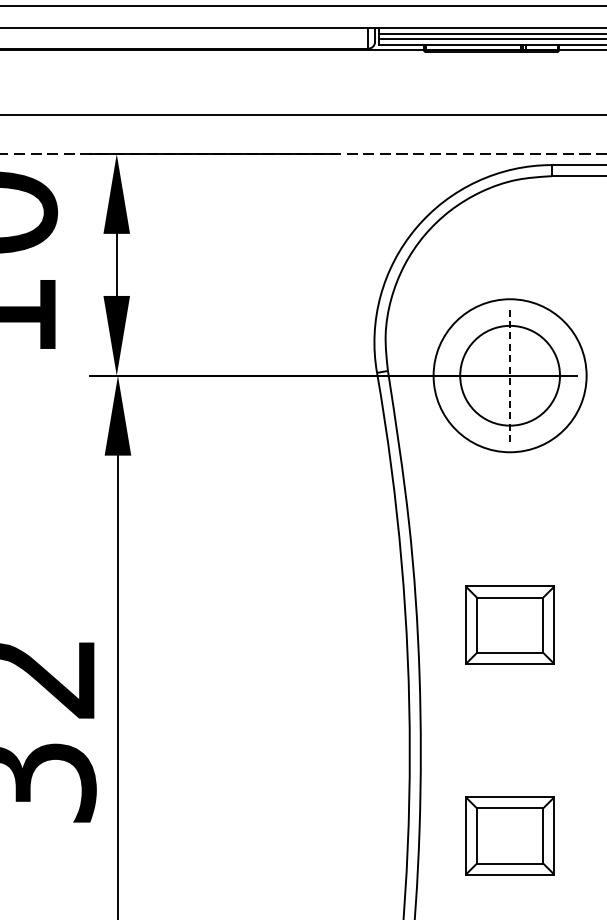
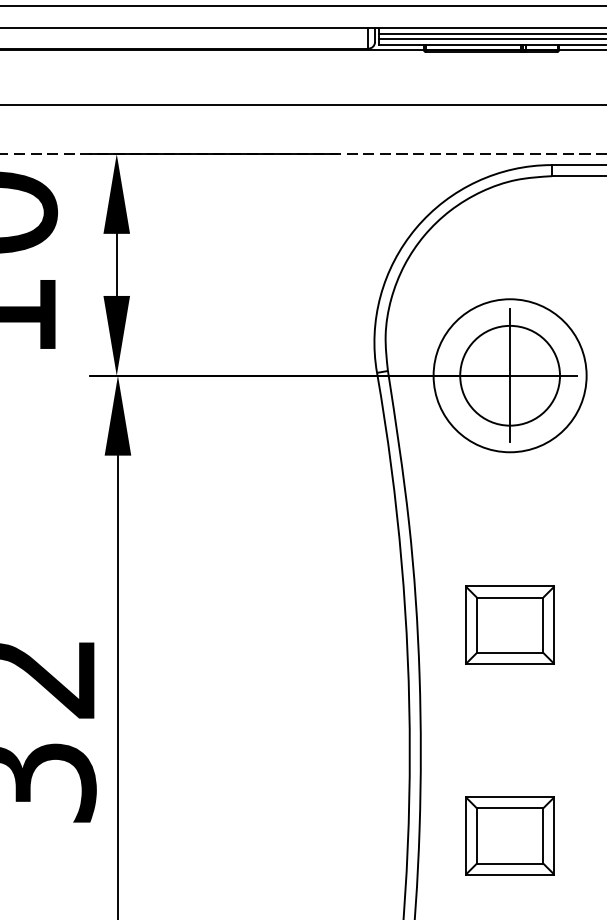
line at (302, 115) position: (302, 115) -> (302, 105)
line at (510, 375): dashed -> solid
